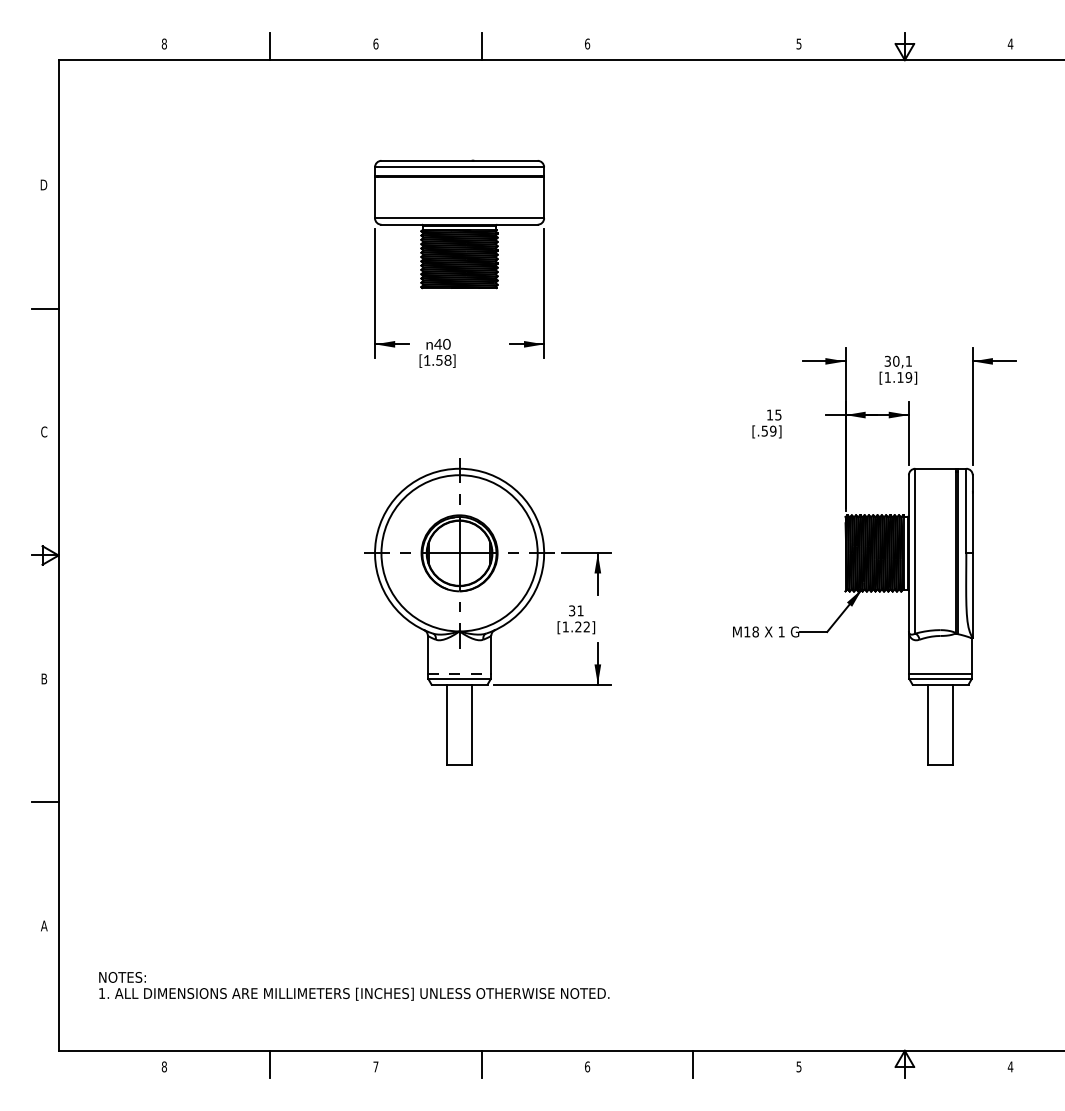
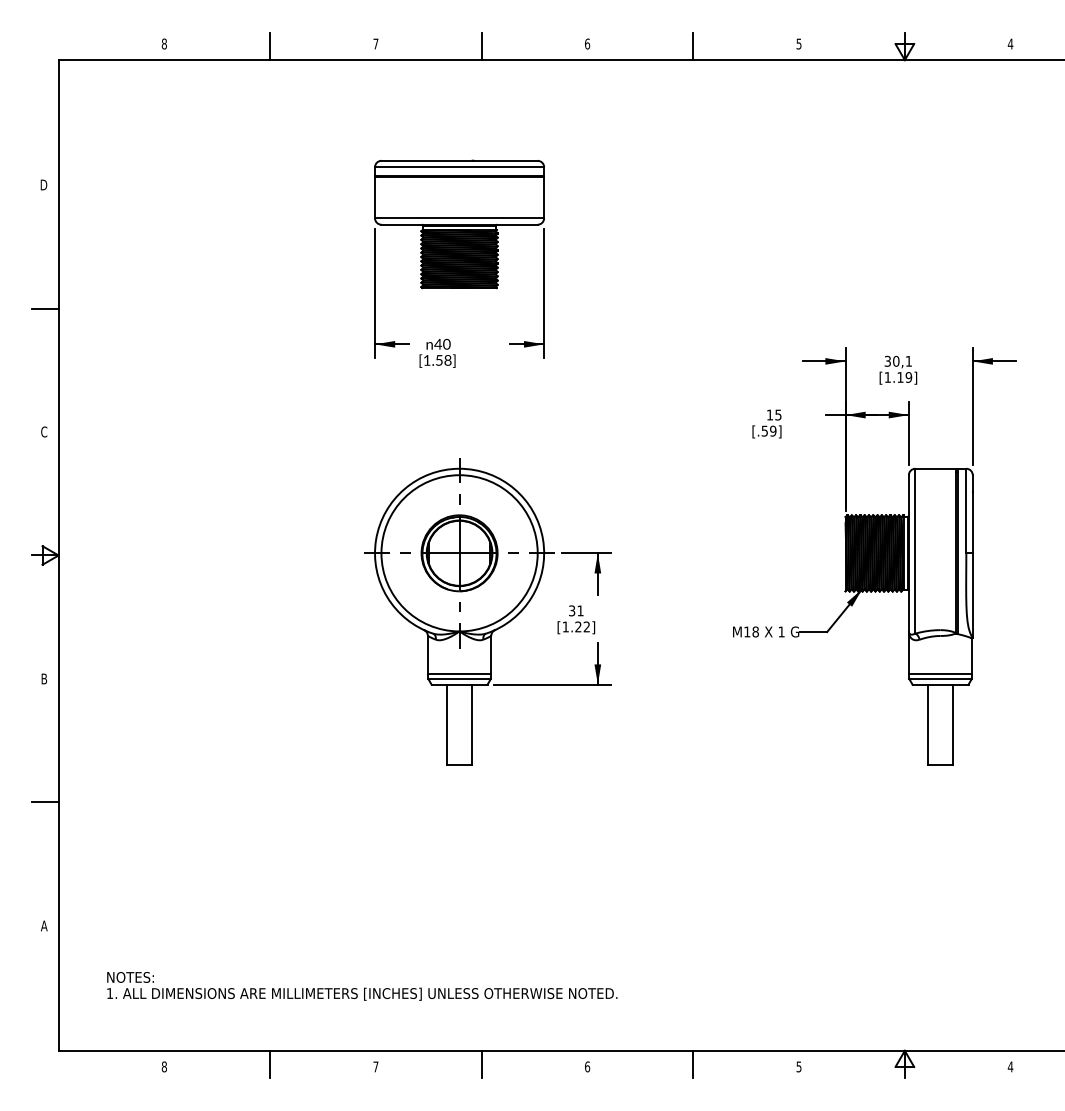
text at (375, 43): 6 -> 7
line at (693, 46): none -> present
line at (459, 673): dashed -> solid
text at (354, 986) position: (354, 986) -> (362, 986)
